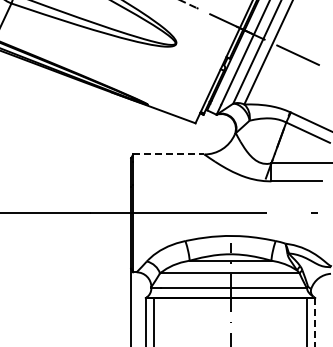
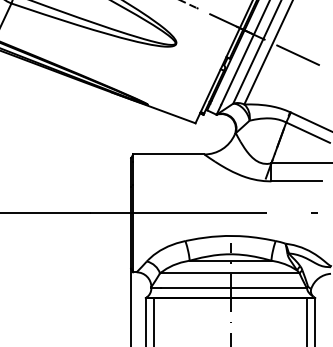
line at (168, 154): dashed -> solid
line at (315, 322): dashed -> solid
